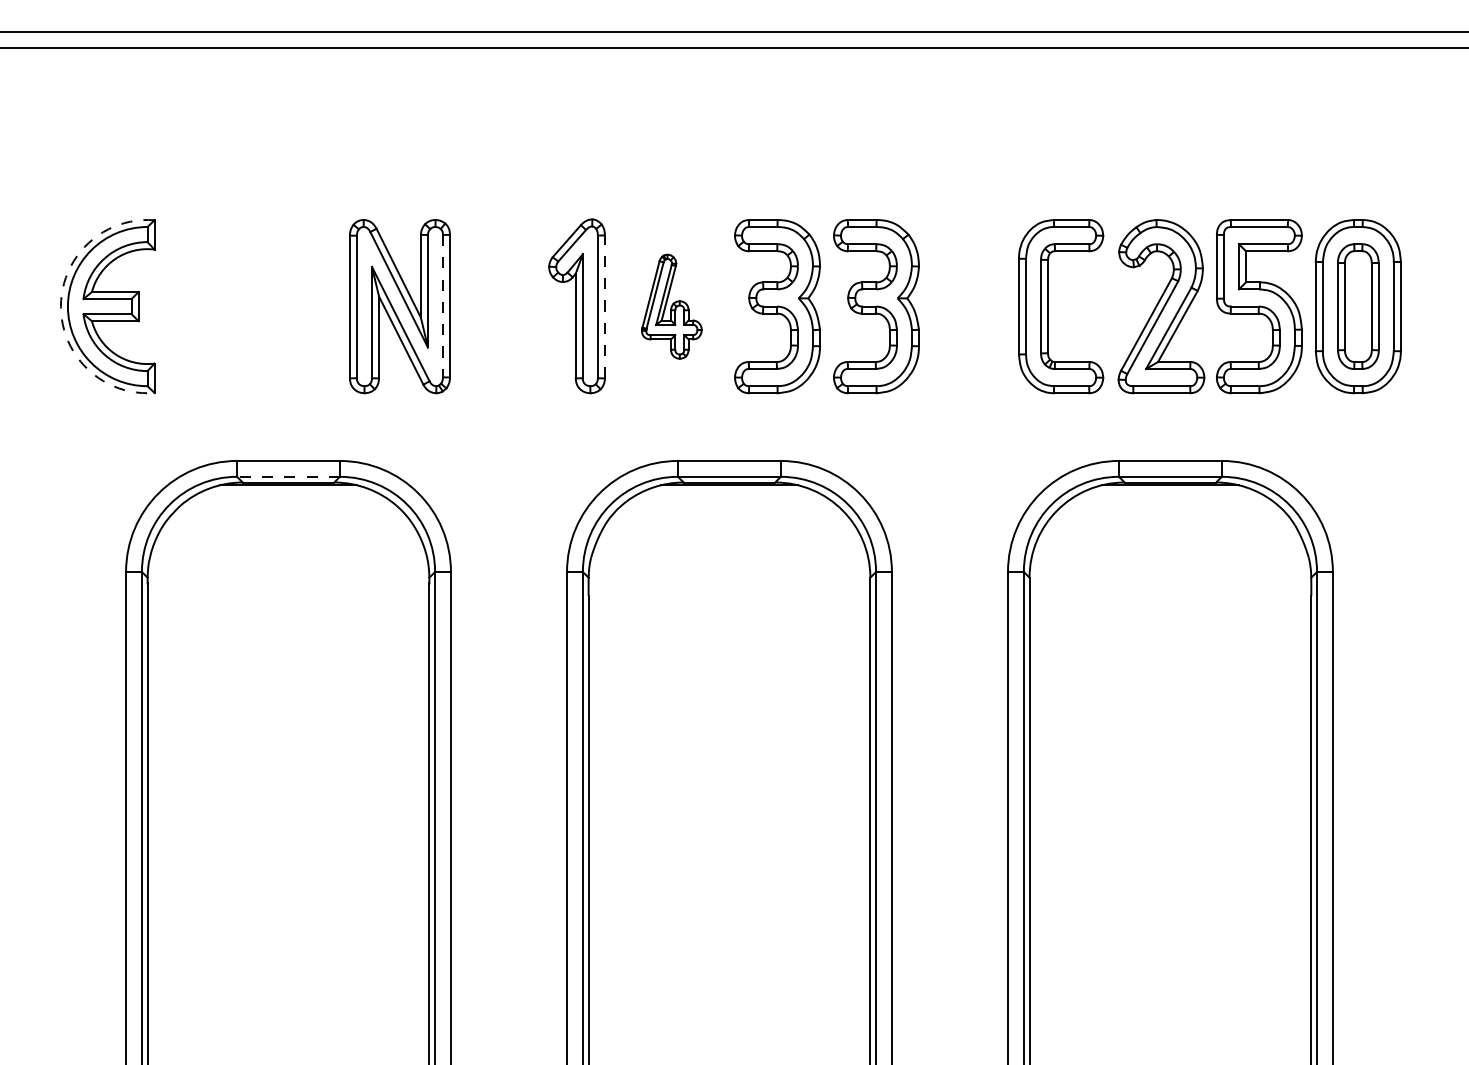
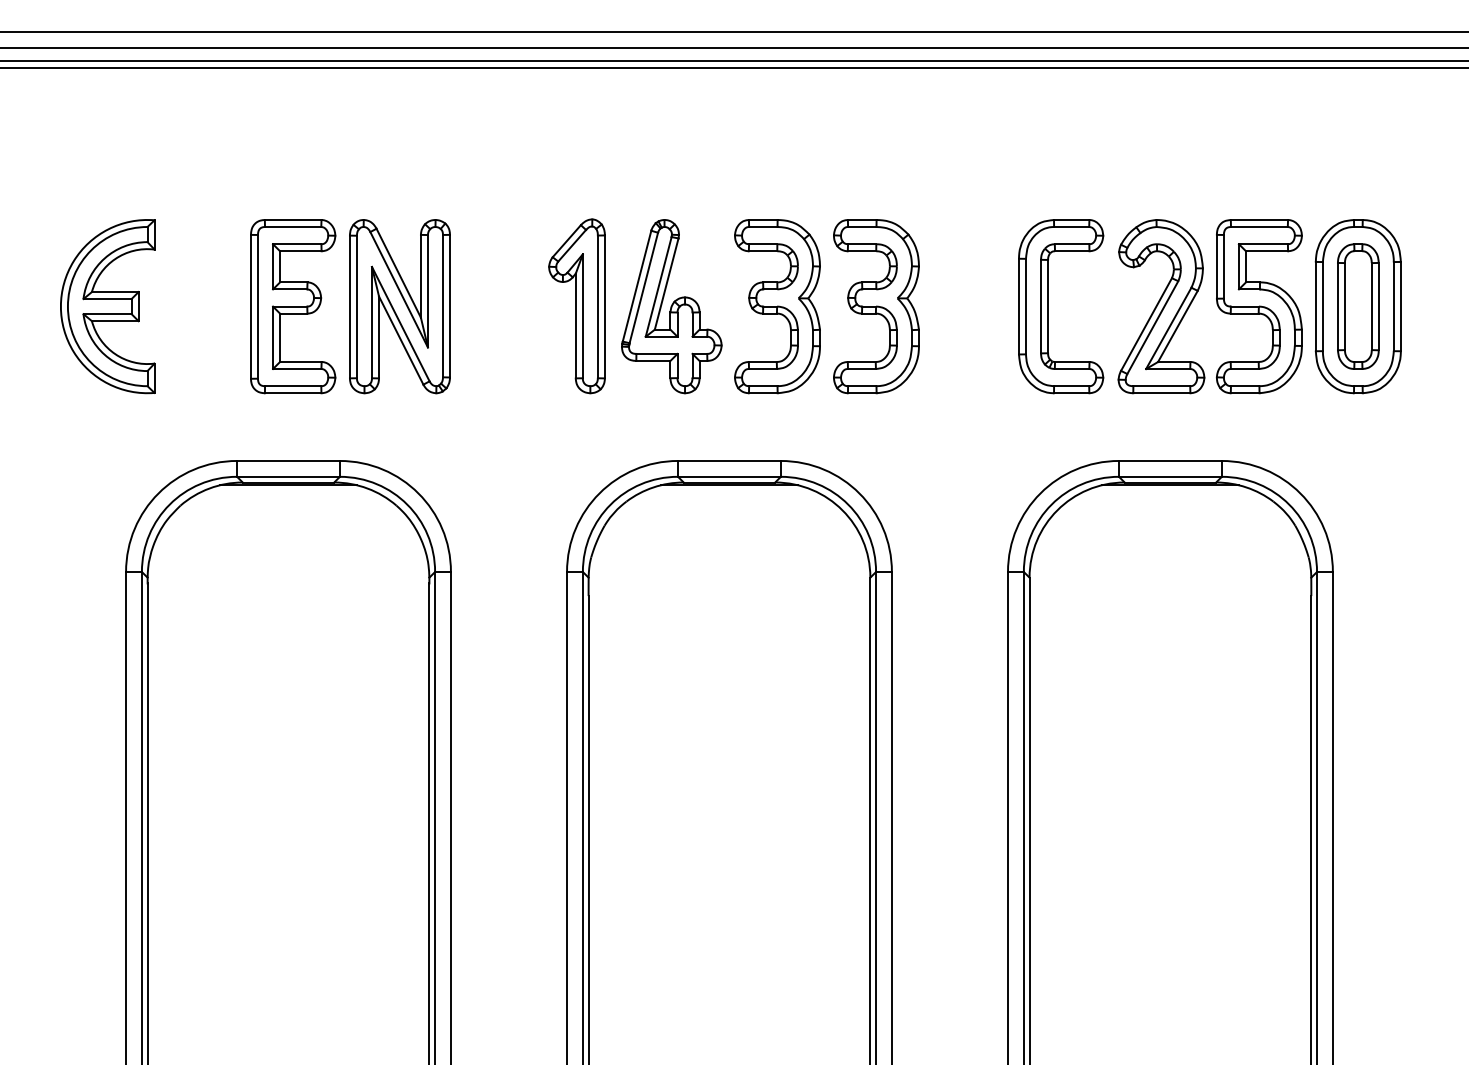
line at (733, 60): none -> present
line at (733, 67): none -> present
arc at (60, 306): dashed -> solid
part at (293, 306): none -> present
line at (443, 306): dashed -> solid
line at (604, 306): dashed -> solid
part at (671, 306) size: 62x107 px -> 102x176 px
line at (288, 476): dashed -> solid
